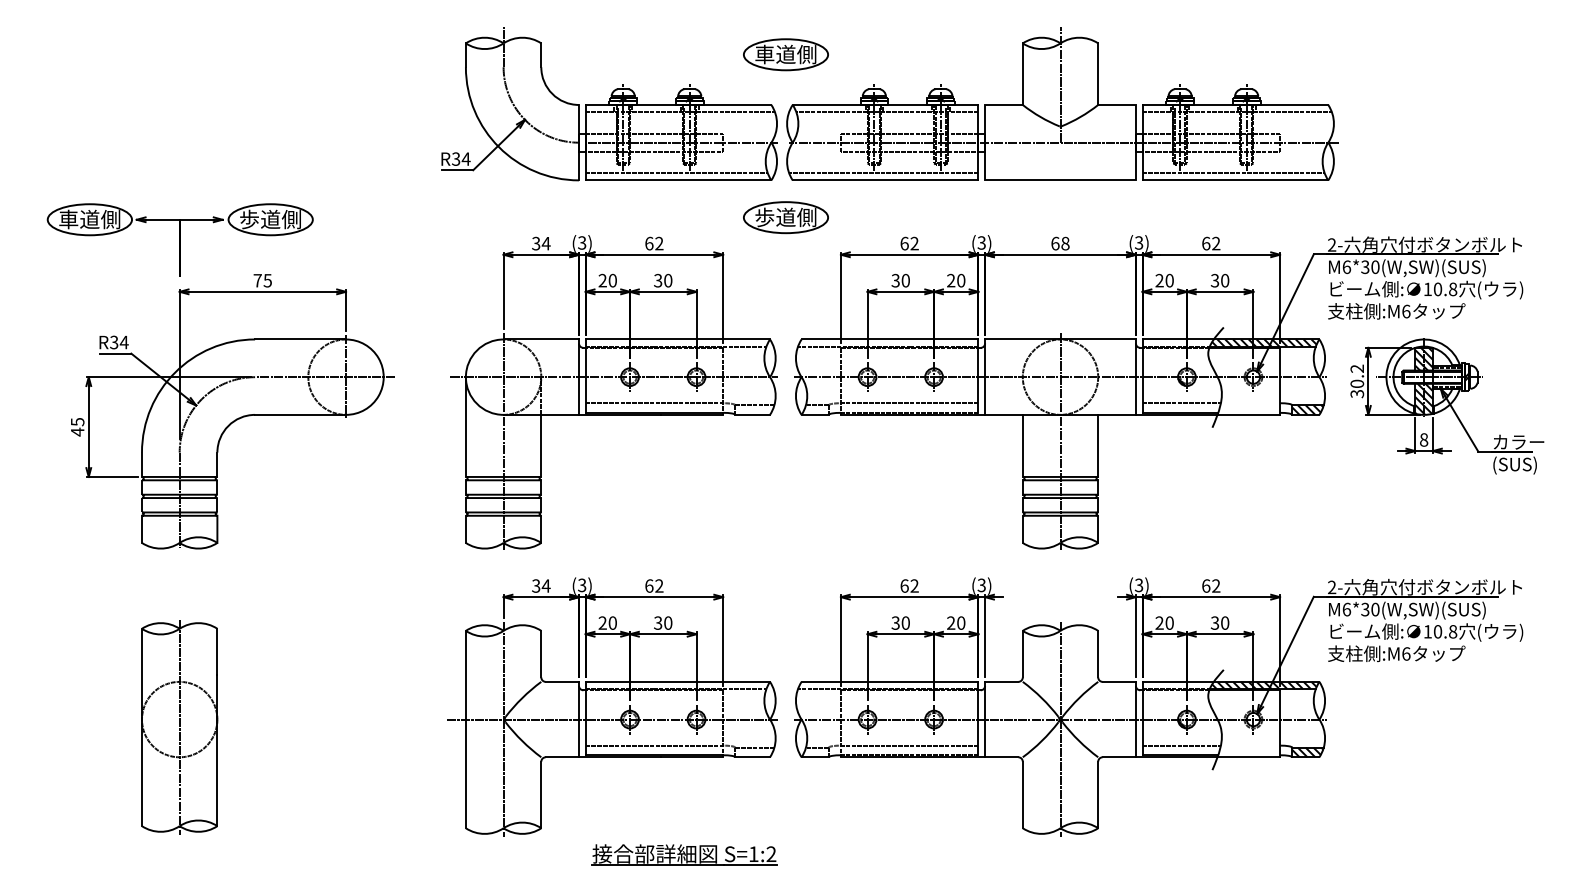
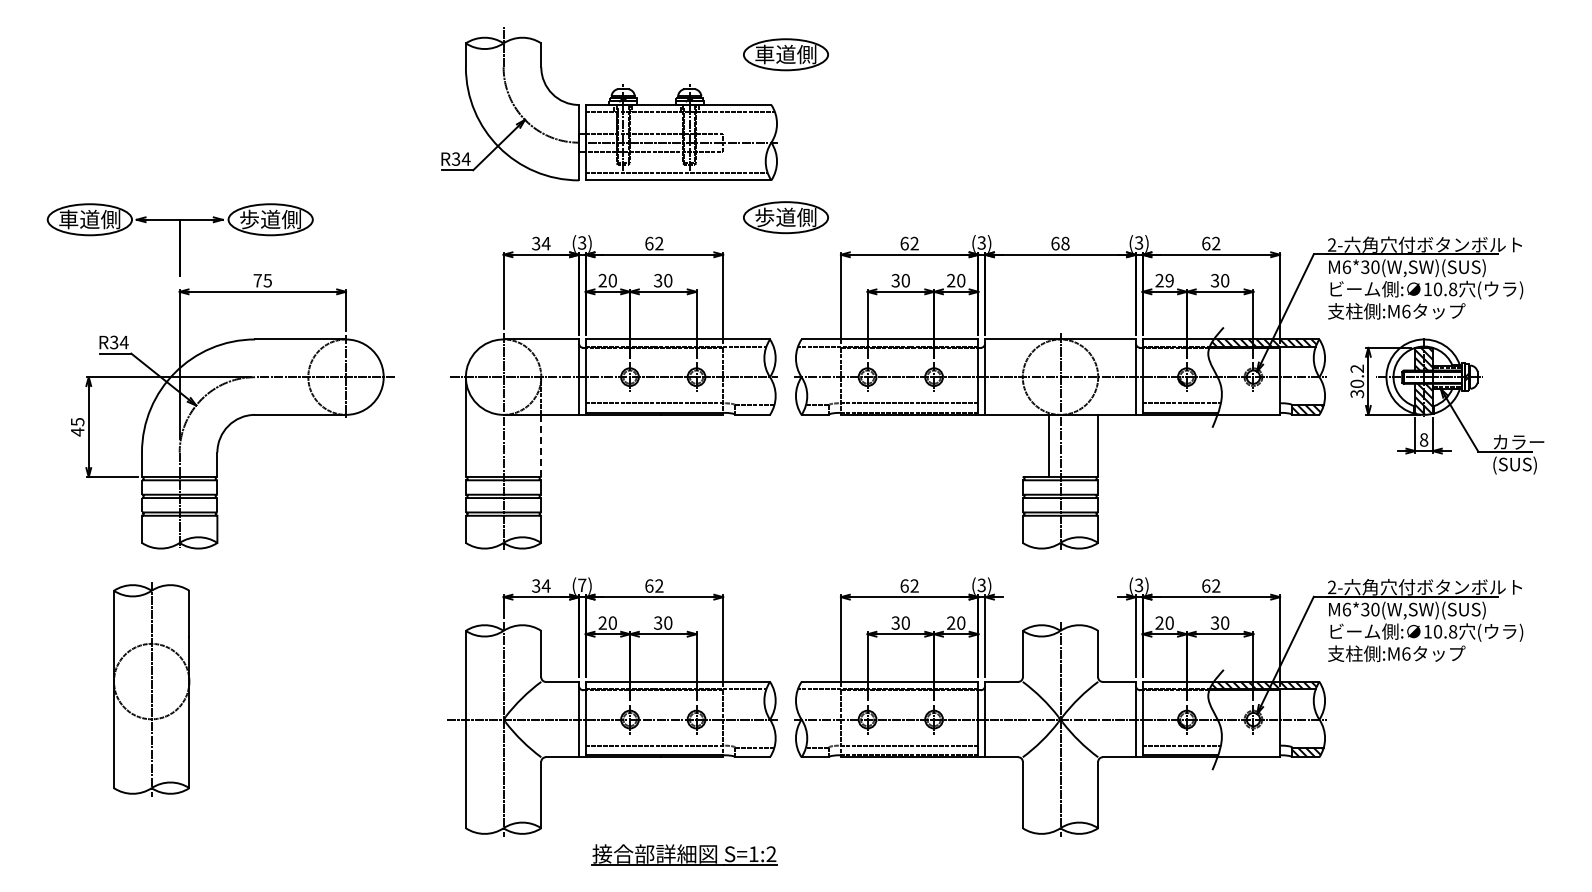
part at (1062, 103): present -> none
text at (1169, 280): 20 -> 29
line at (541, 445): solid -> dashed
line at (1022, 445) position: (1022, 445) -> (1048, 445)
text at (582, 585): (3) -> (7)
part at (179, 727) position: (179, 727) -> (151, 689)
